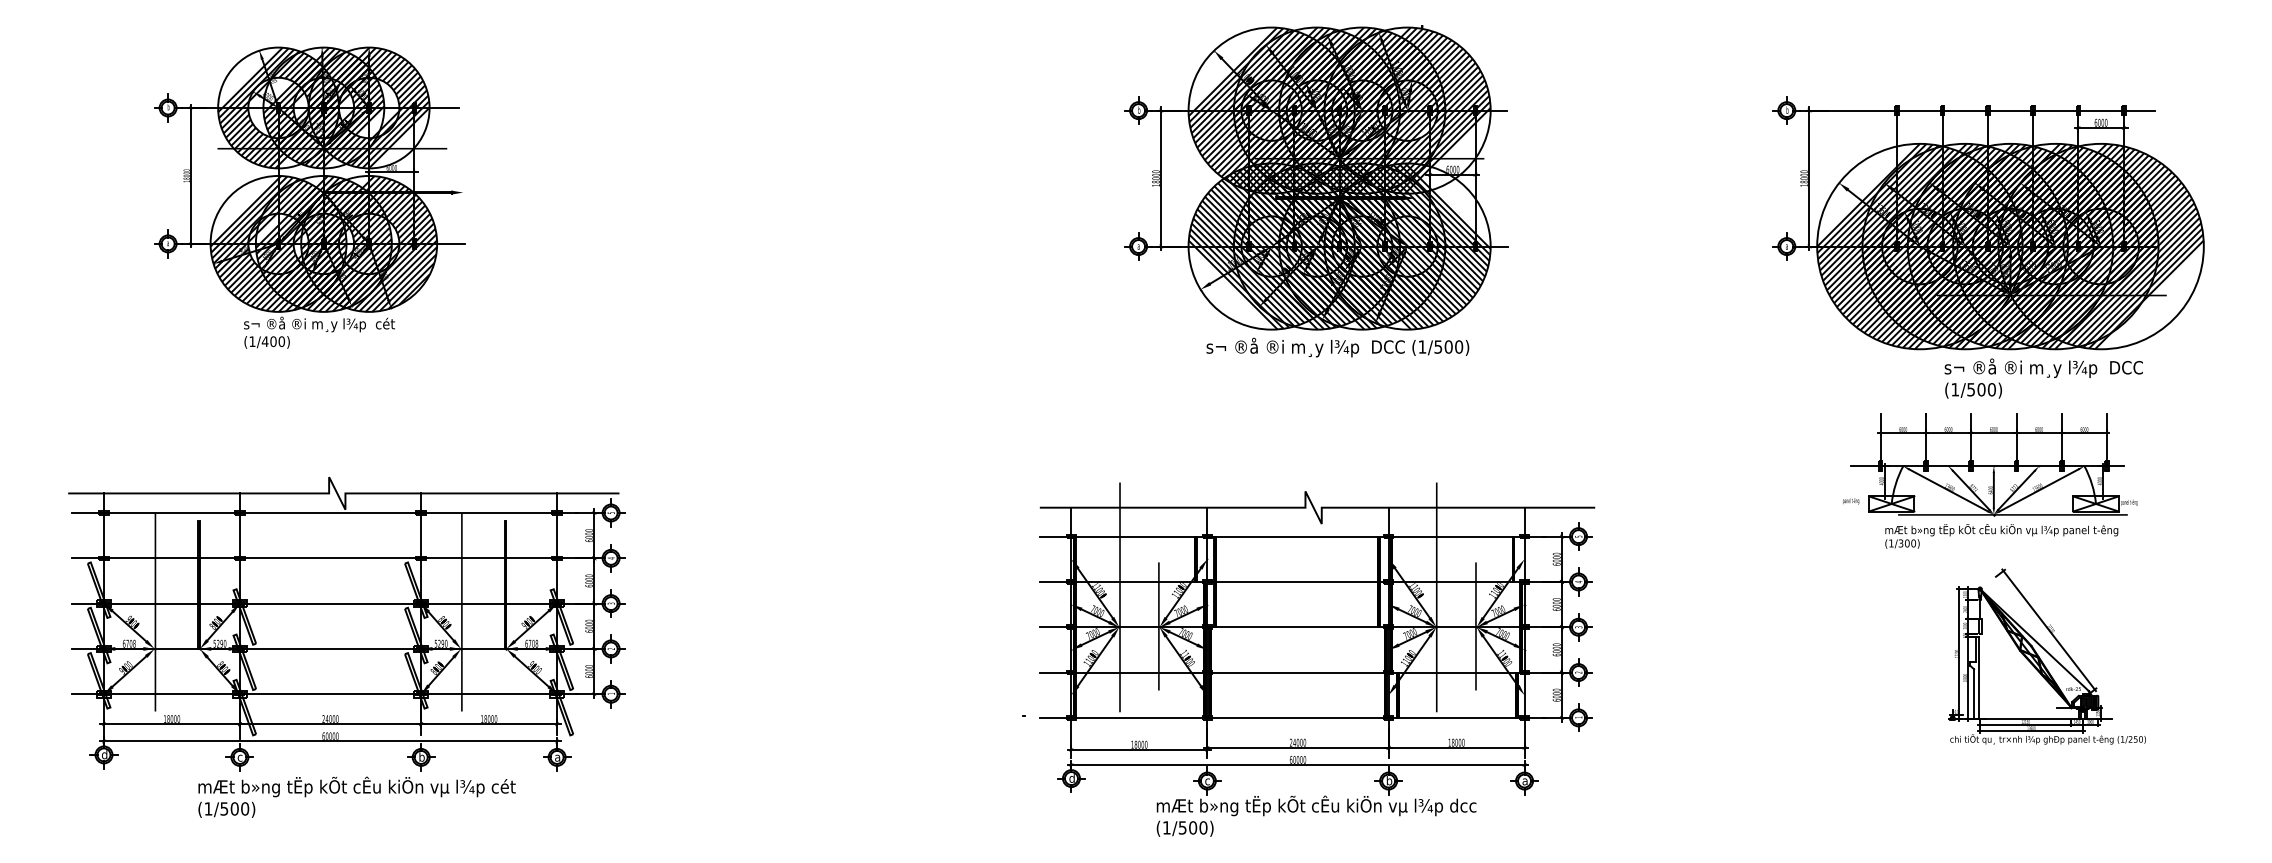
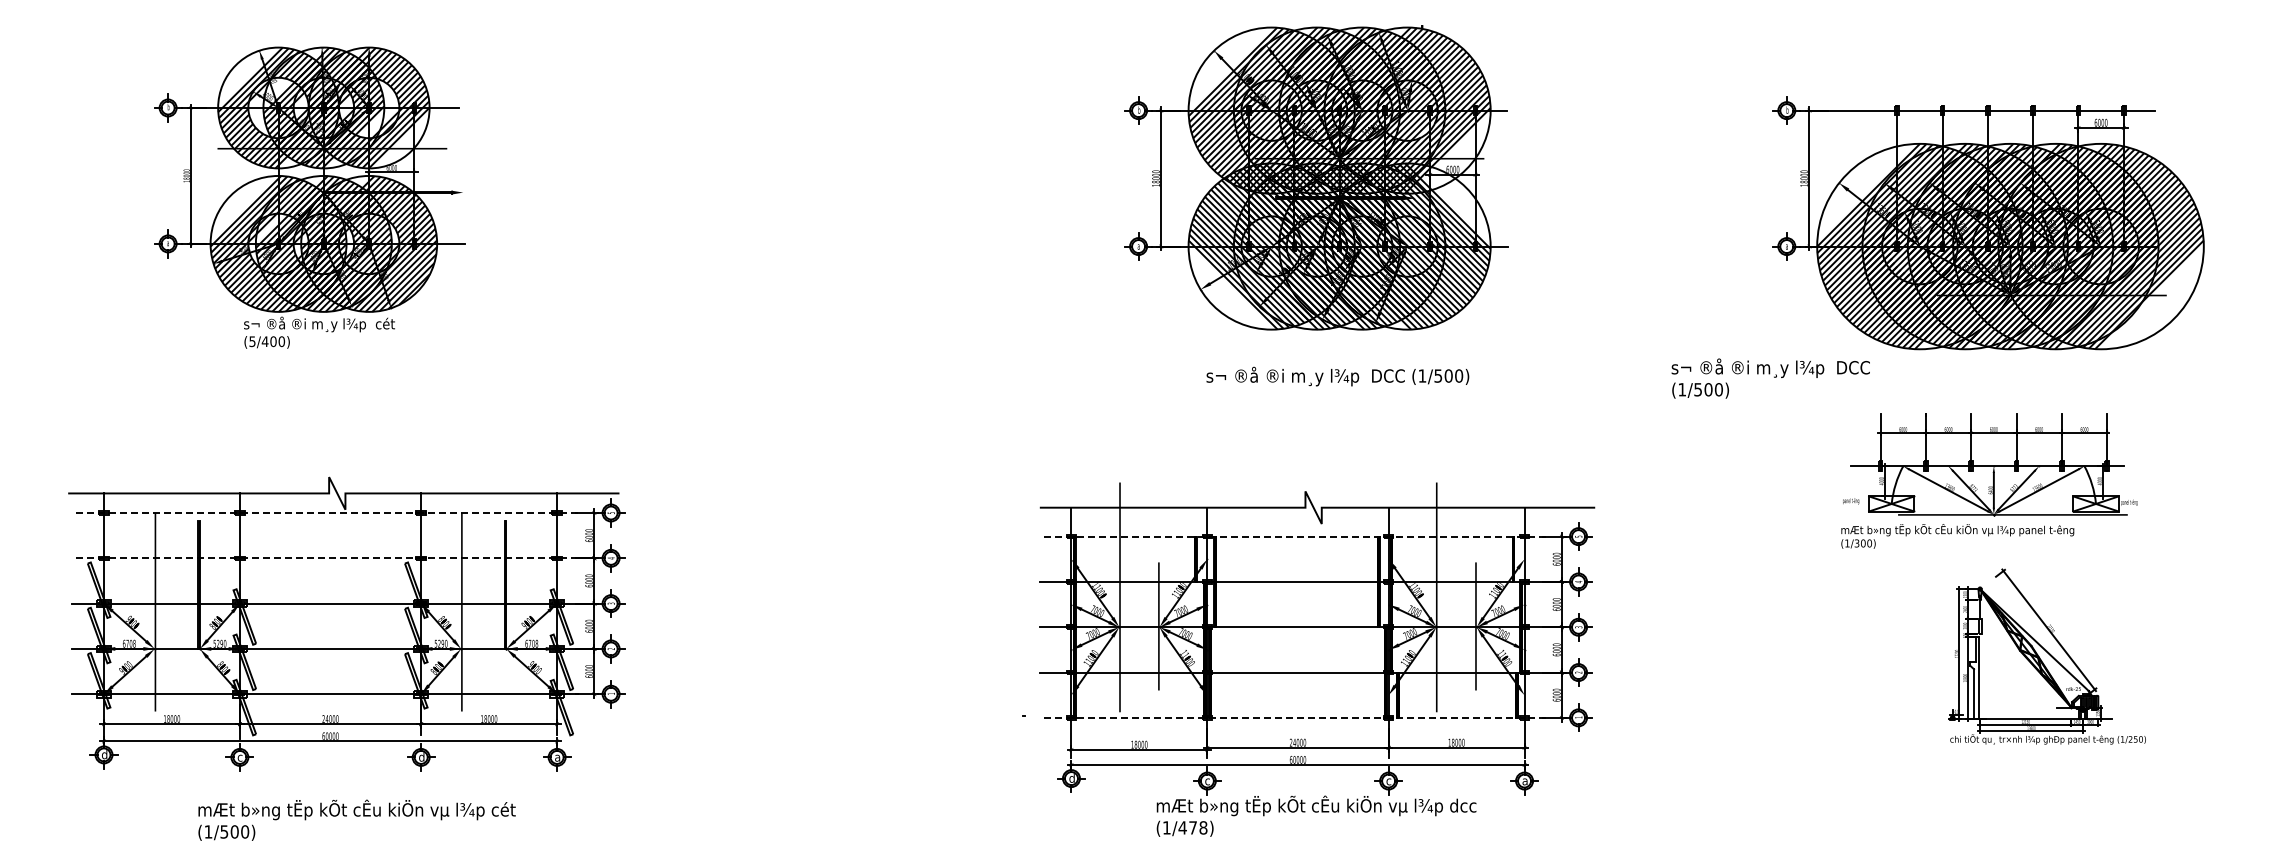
text at (252, 341): (1/400) -> (5/400)
text at (1337, 347) position: (1337, 347) -> (1337, 376)
text at (2043, 378) position: (2043, 378) -> (1770, 378)
line at (324, 513): solid -> dashed
line at (1292, 536): solid -> dashed
text at (2001, 536) position: (2001, 536) -> (1957, 536)
line at (324, 558): solid -> dashed
line at (1292, 717): solid -> dashed
text at (421, 756): b -> d
text at (1389, 780): b -> c
text at (356, 796) position: (356, 796) -> (356, 819)
text at (1192, 827): (1/500) -> (1/478)
